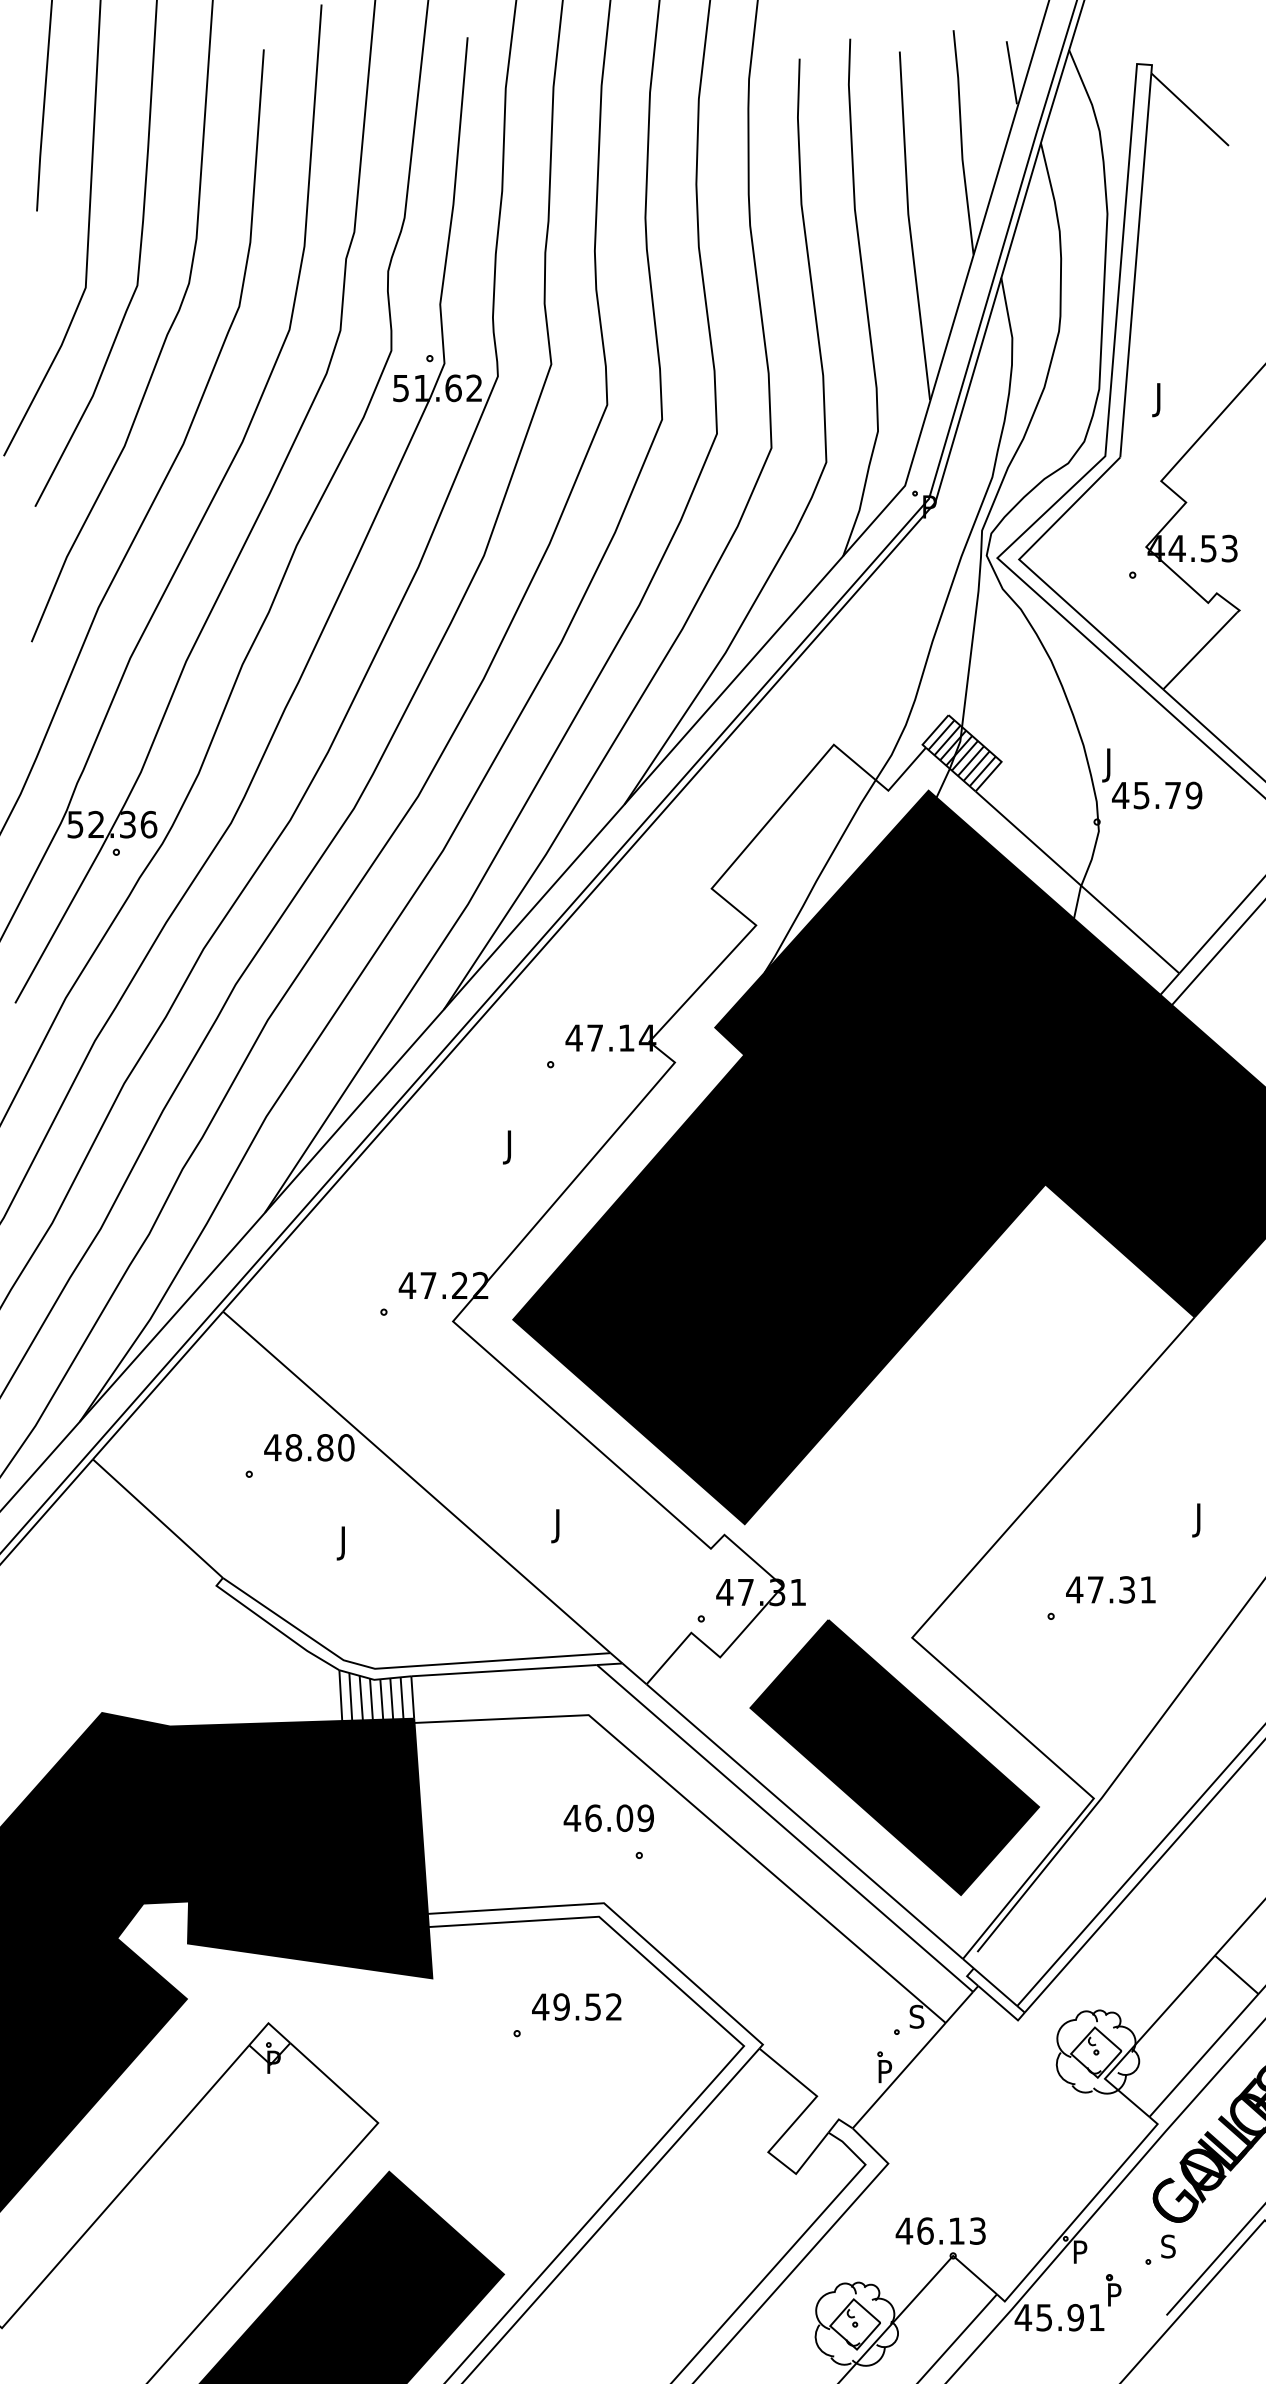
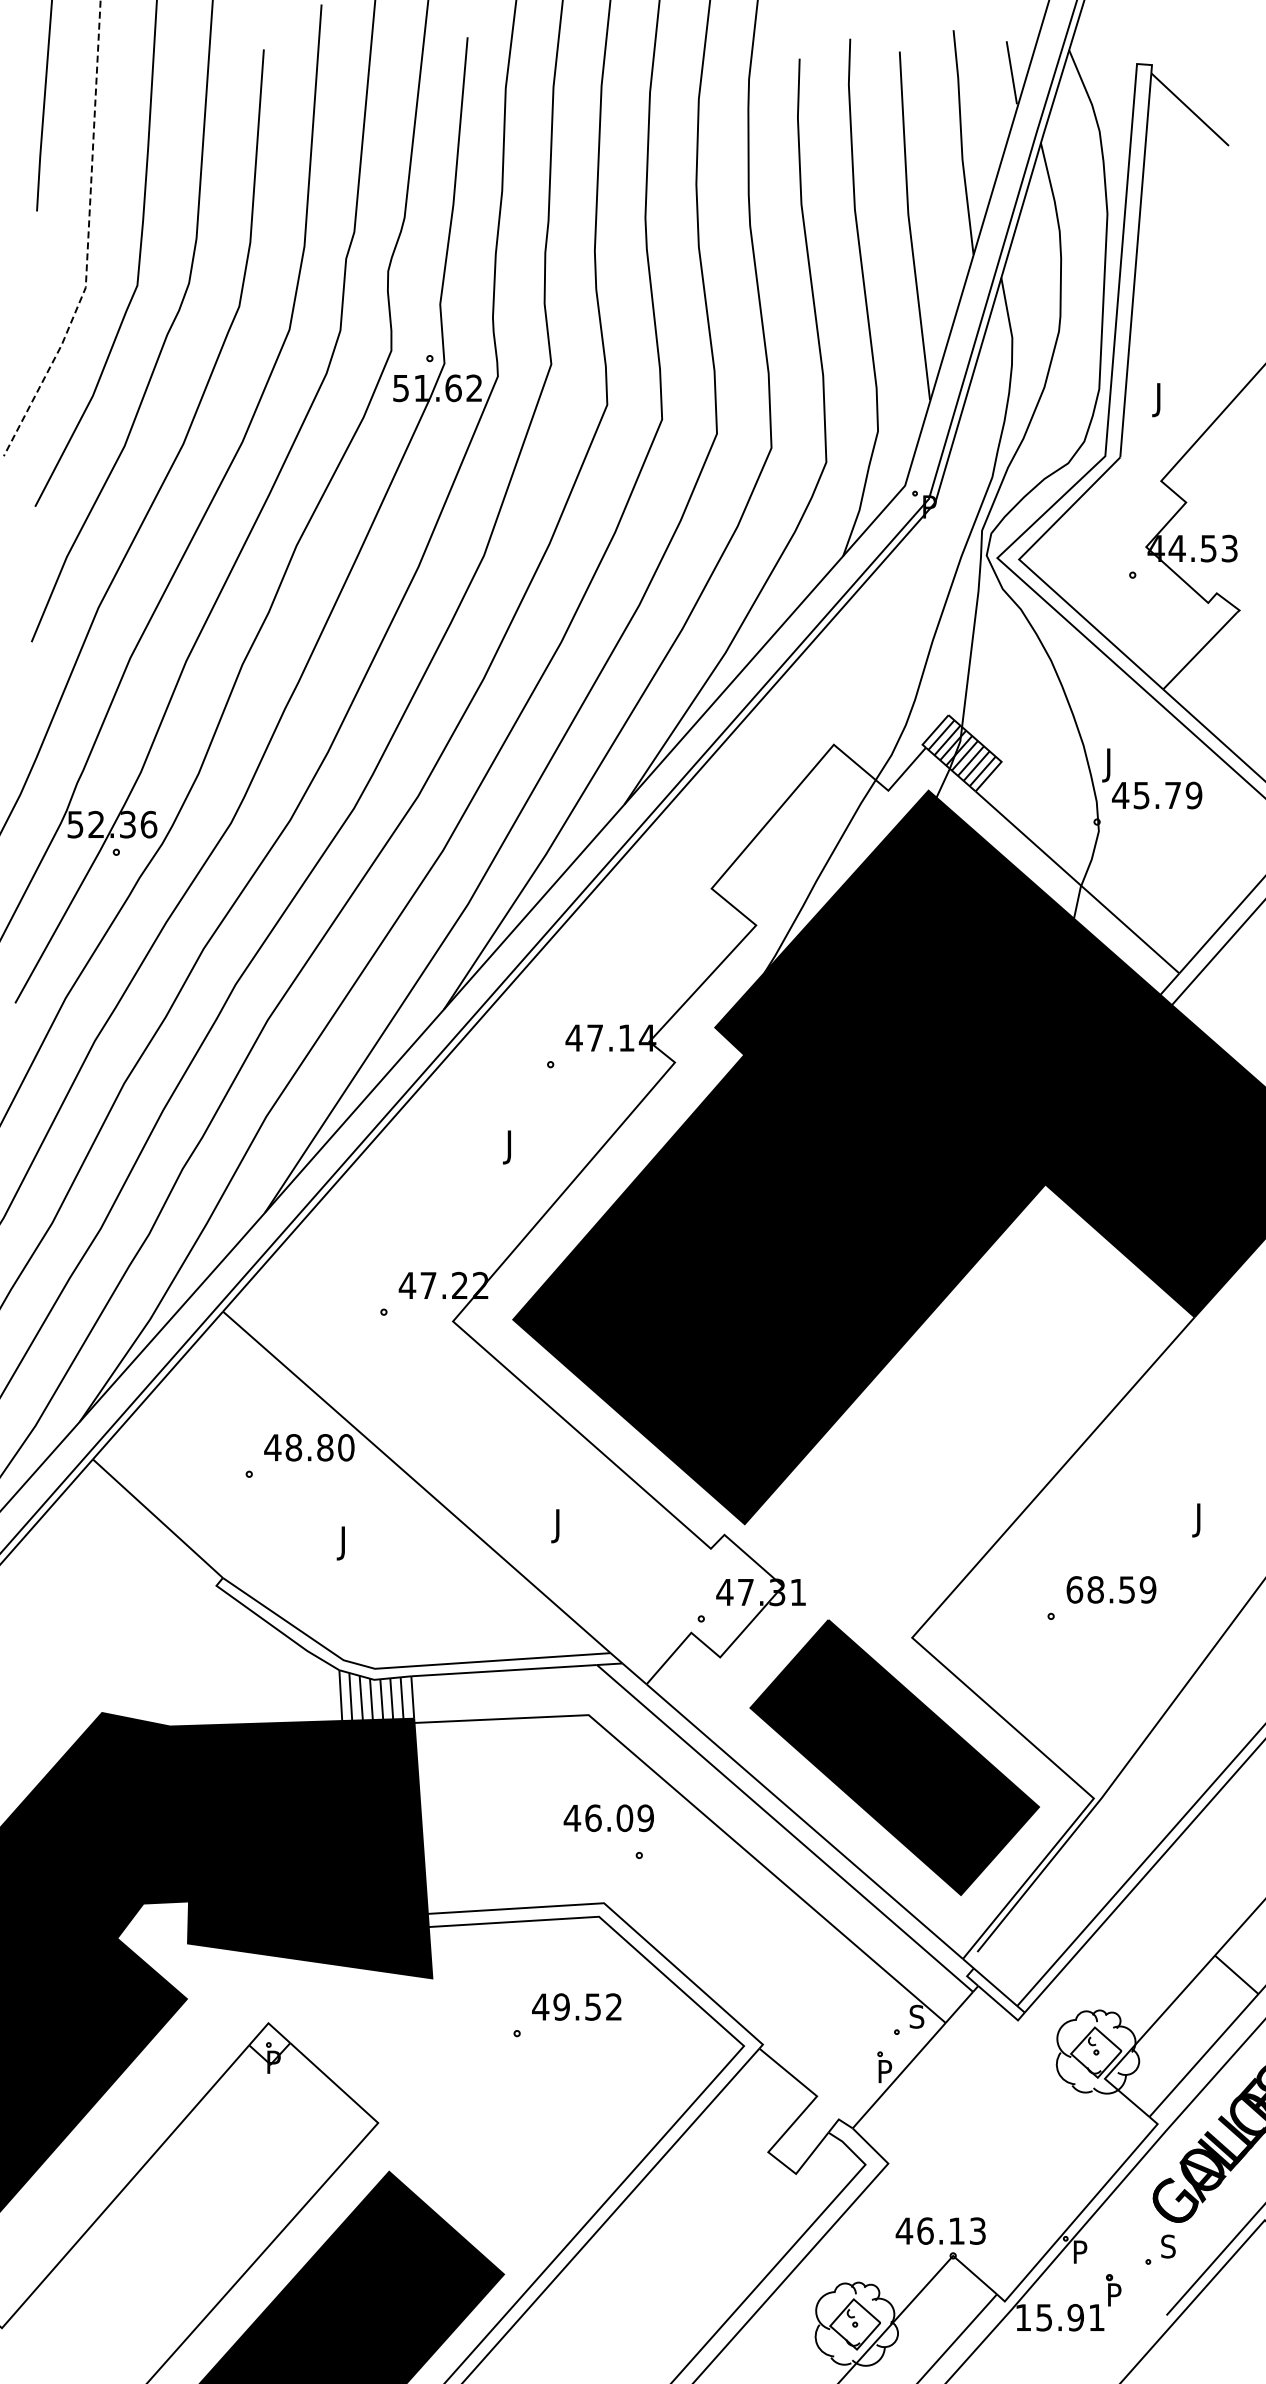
line at (88, 238): solid -> dashed
text at (1111, 1589): 47.31 -> 68.59
text at (1023, 2317): 45.91 -> 15.91
